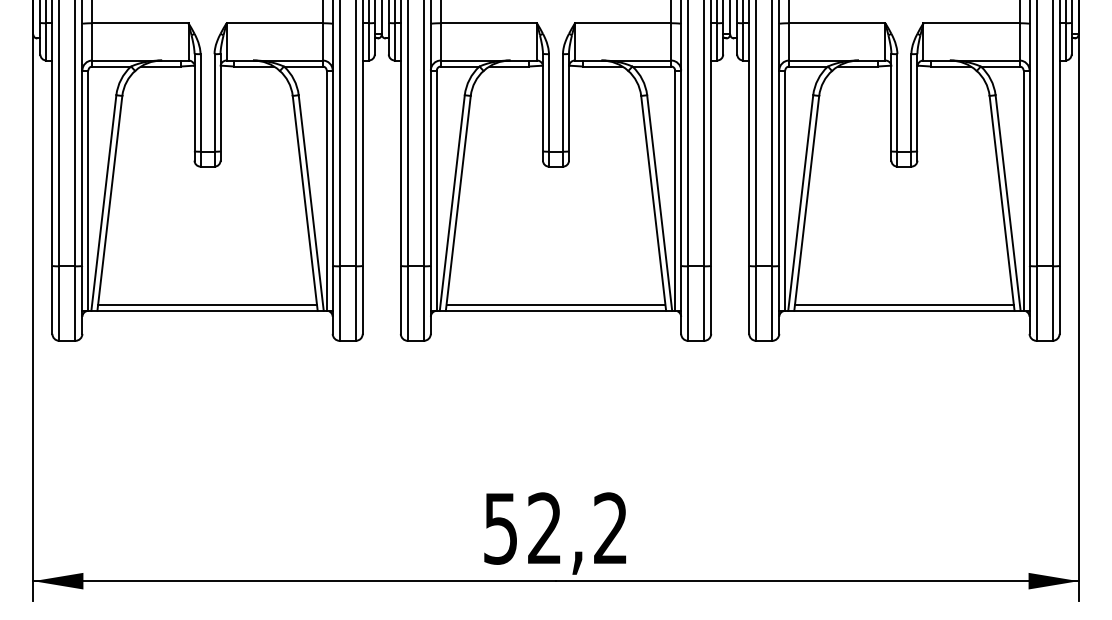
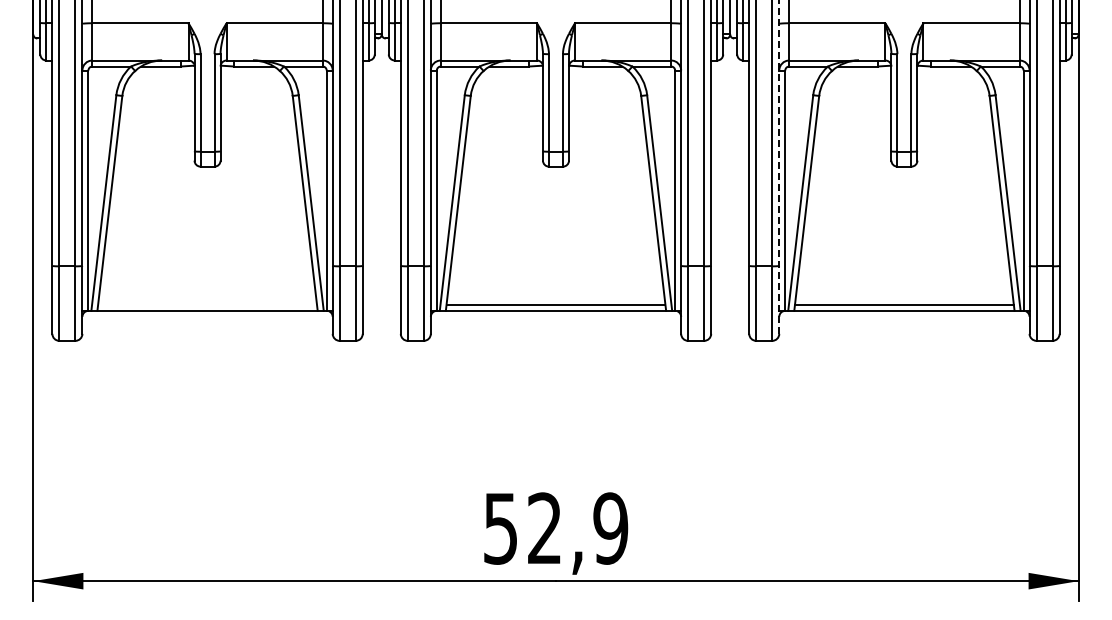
line at (779, 166): solid -> dashed
line at (207, 304): present -> none
text at (610, 528): 52,2 -> 52,9
